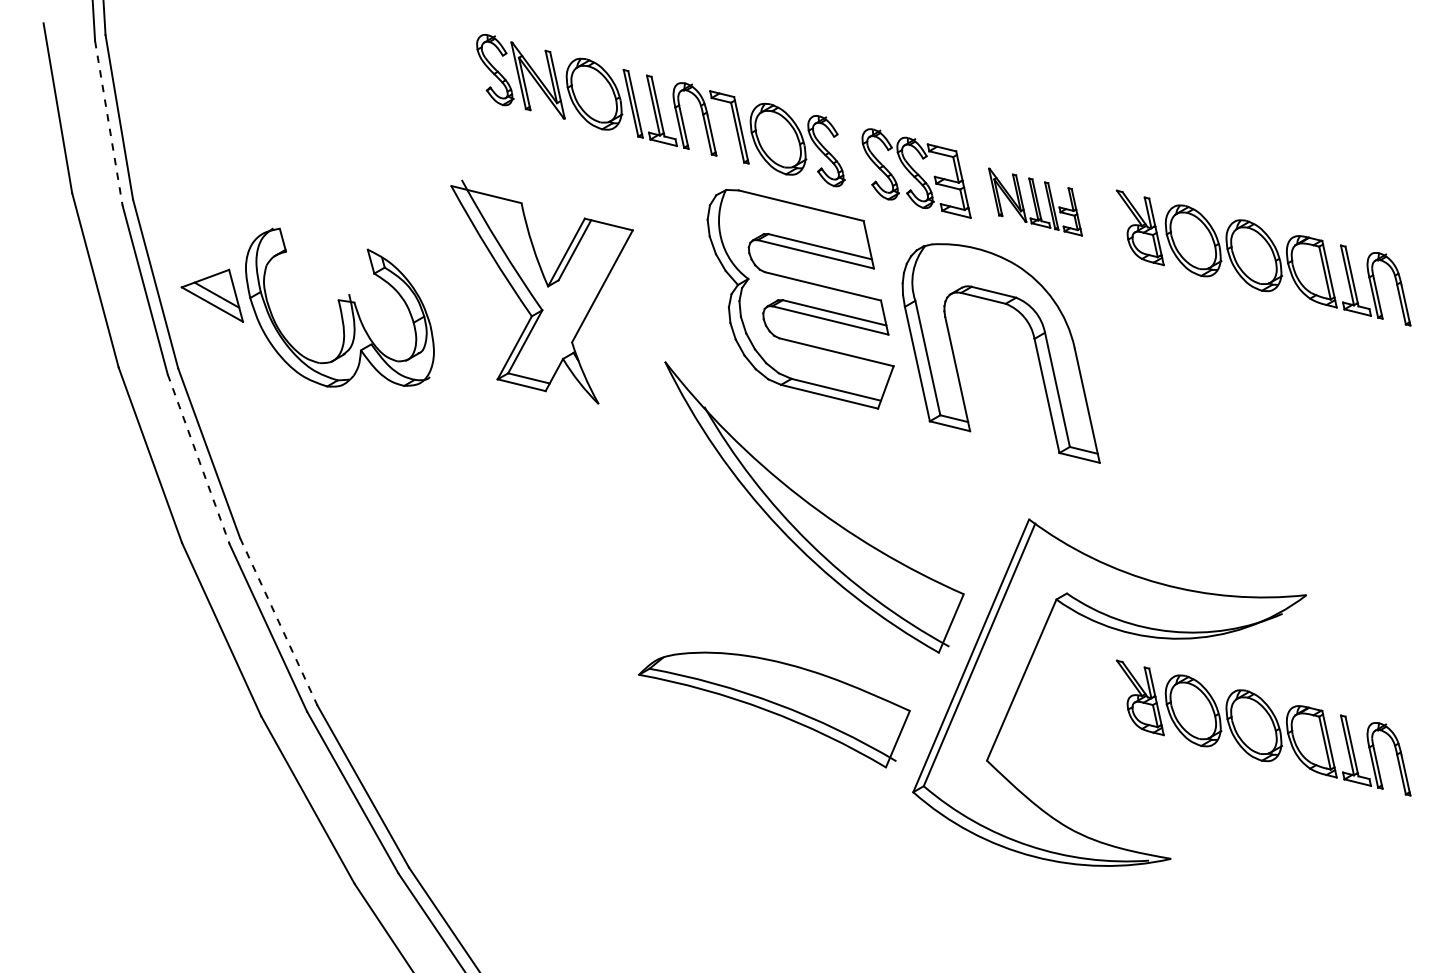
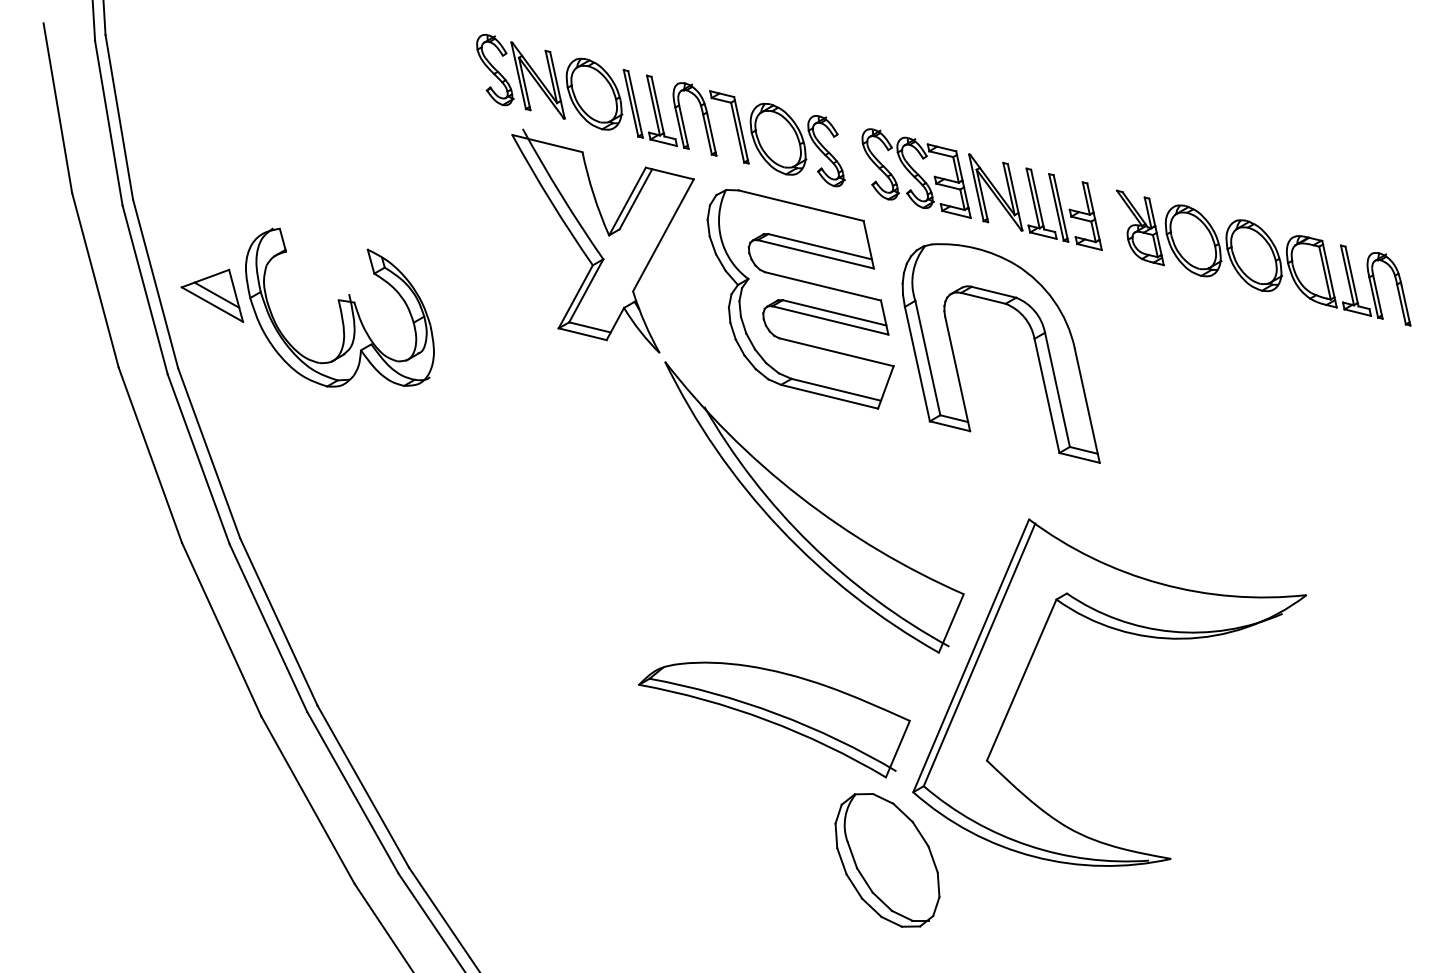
line at (108, 123): dashed -> solid
part at (1035, 201) size: 95x70 px -> 135x98 px
part at (541, 291) position: (541, 291) -> (602, 240)
line at (198, 459): dashed -> solid
line at (279, 622): dashed -> solid
part at (774, 709) position: (774, 709) -> (774, 719)
part at (1263, 727): present -> none
part at (887, 860): none -> present
